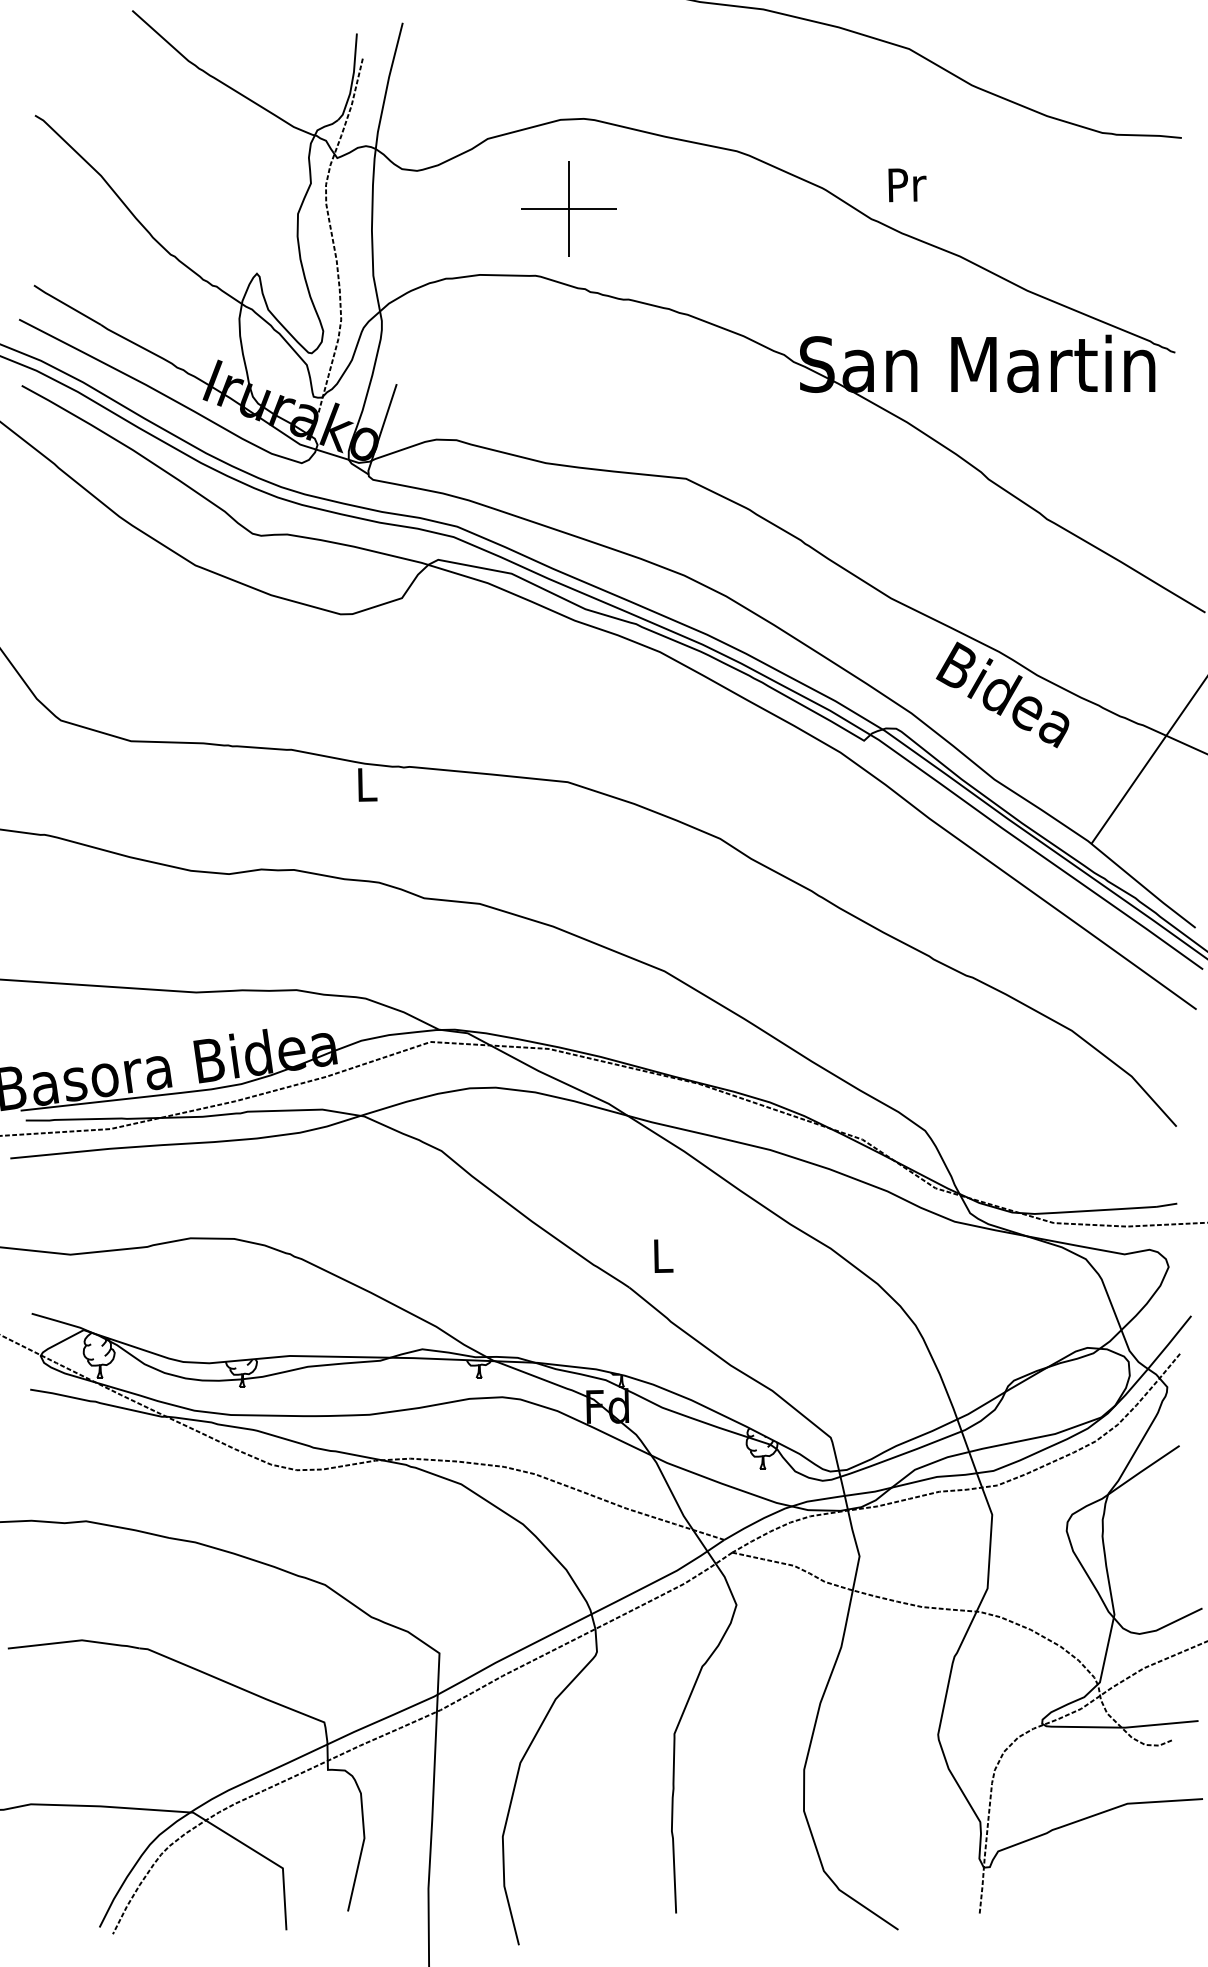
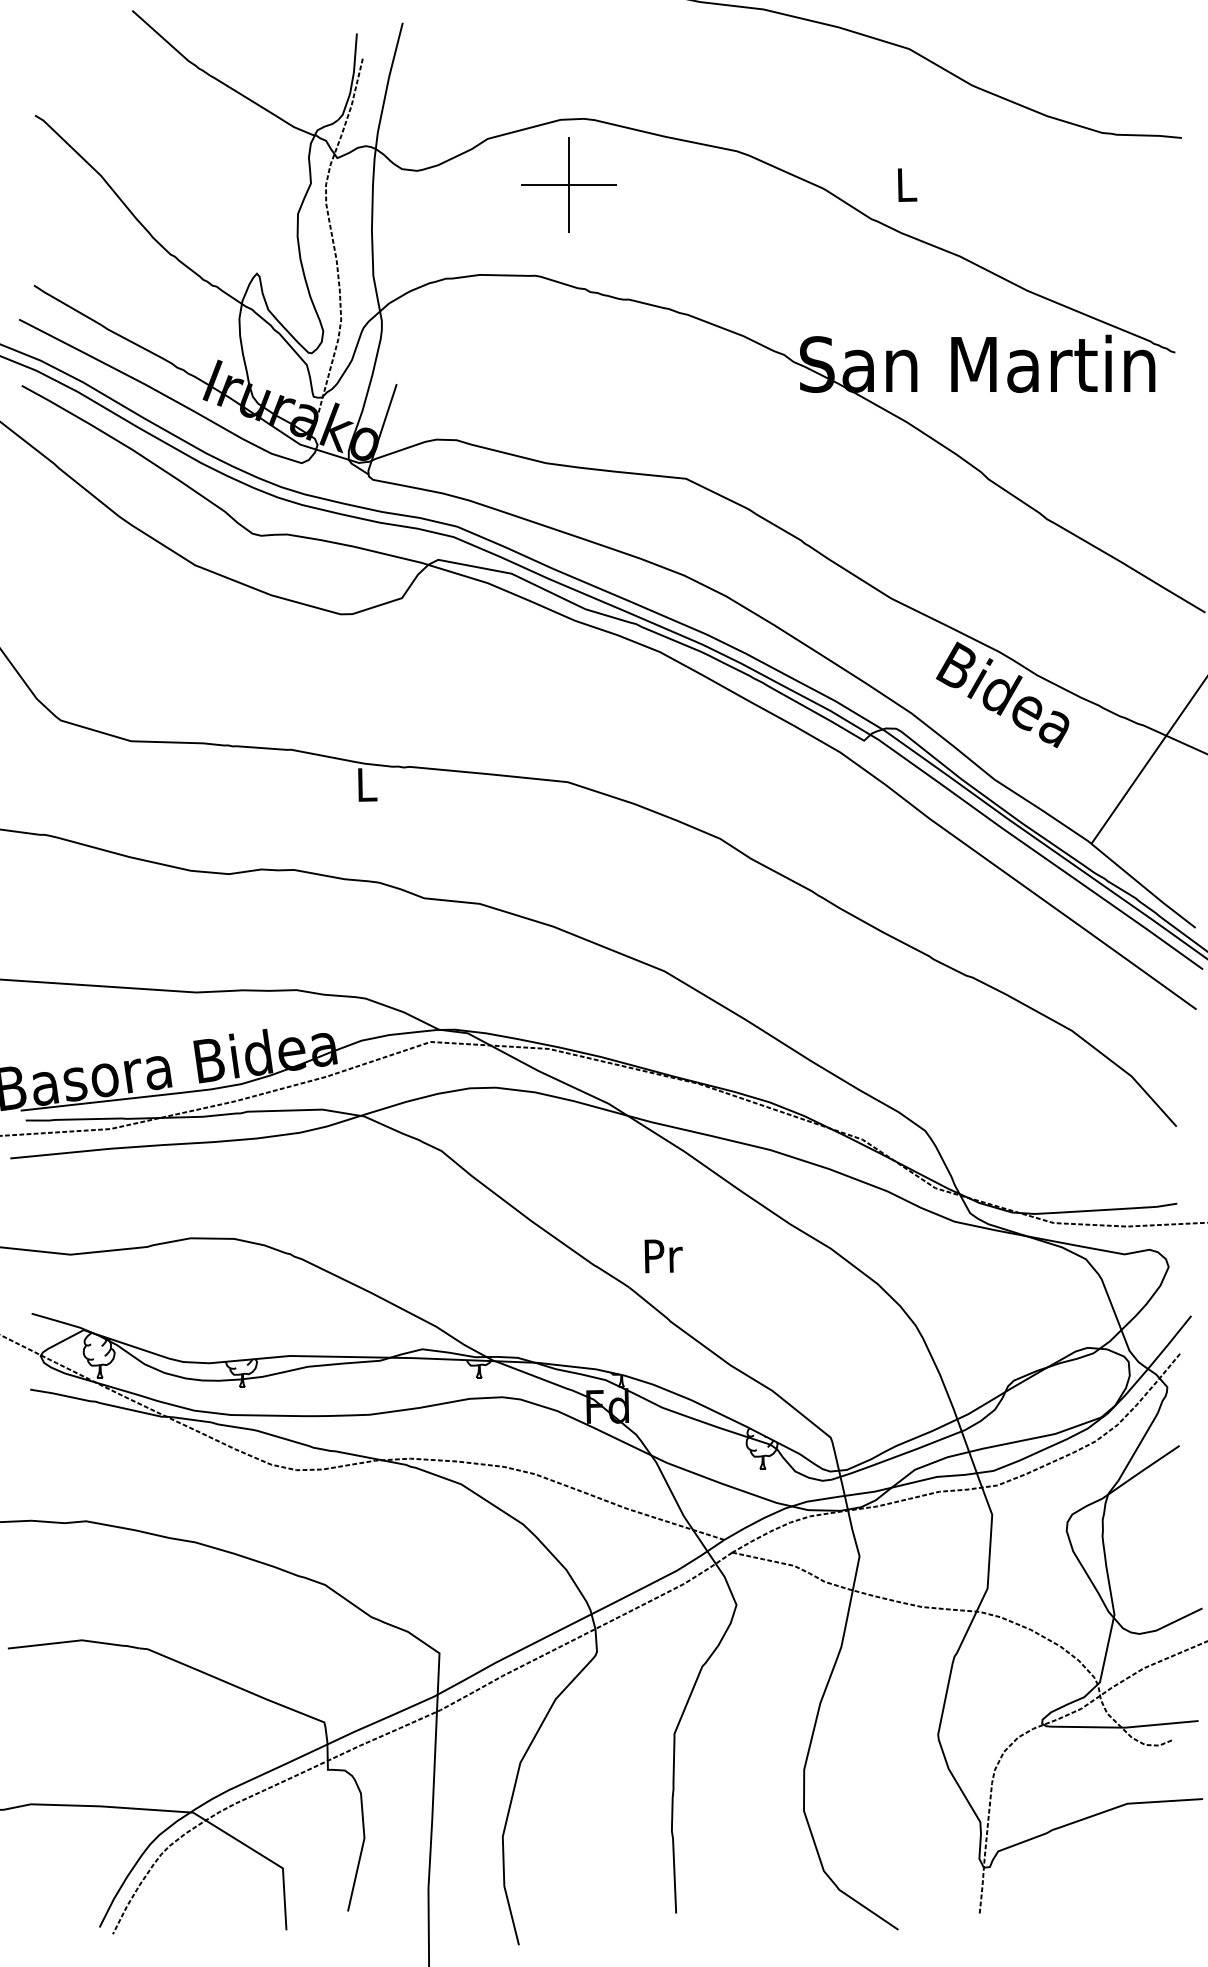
text at (907, 185): Pr -> L
part at (568, 208) position: (568, 208) -> (568, 184)
text at (663, 1256): L -> Pr
